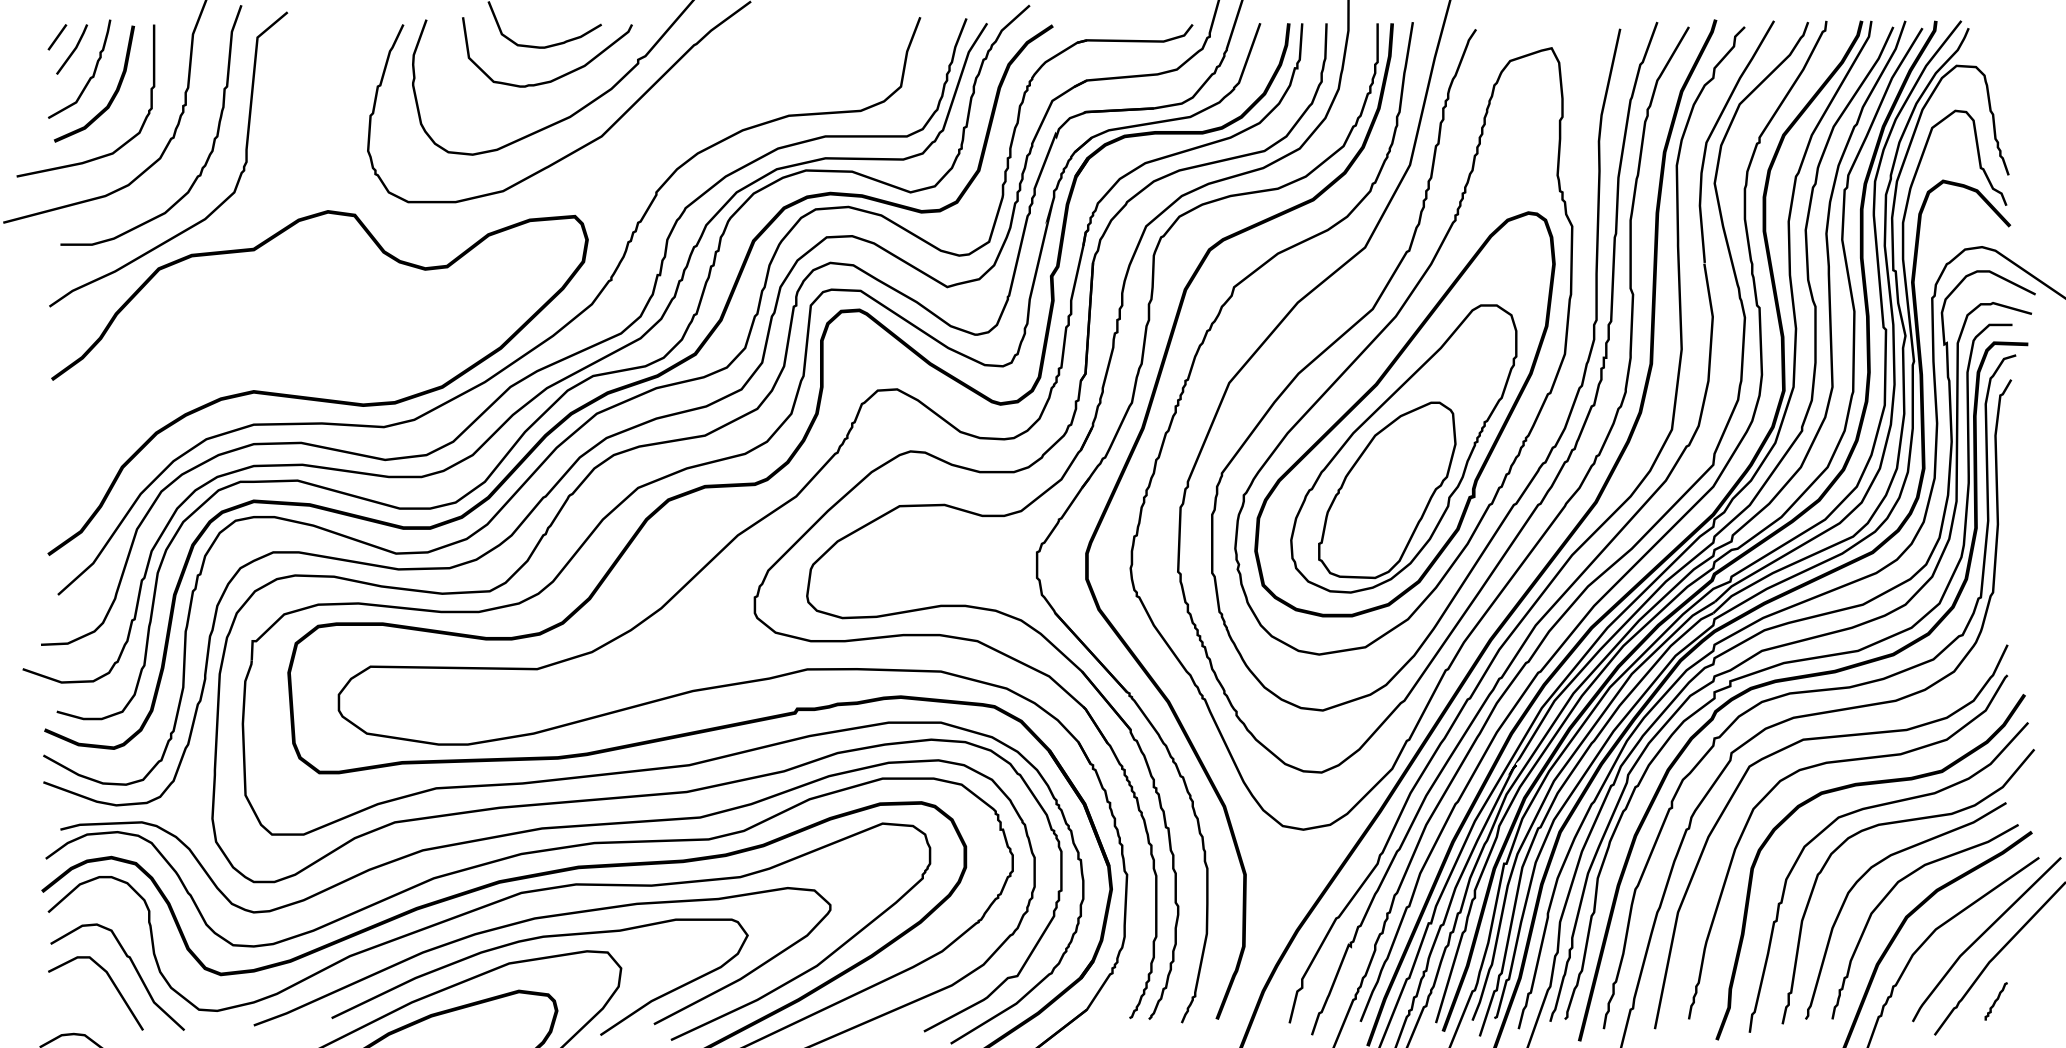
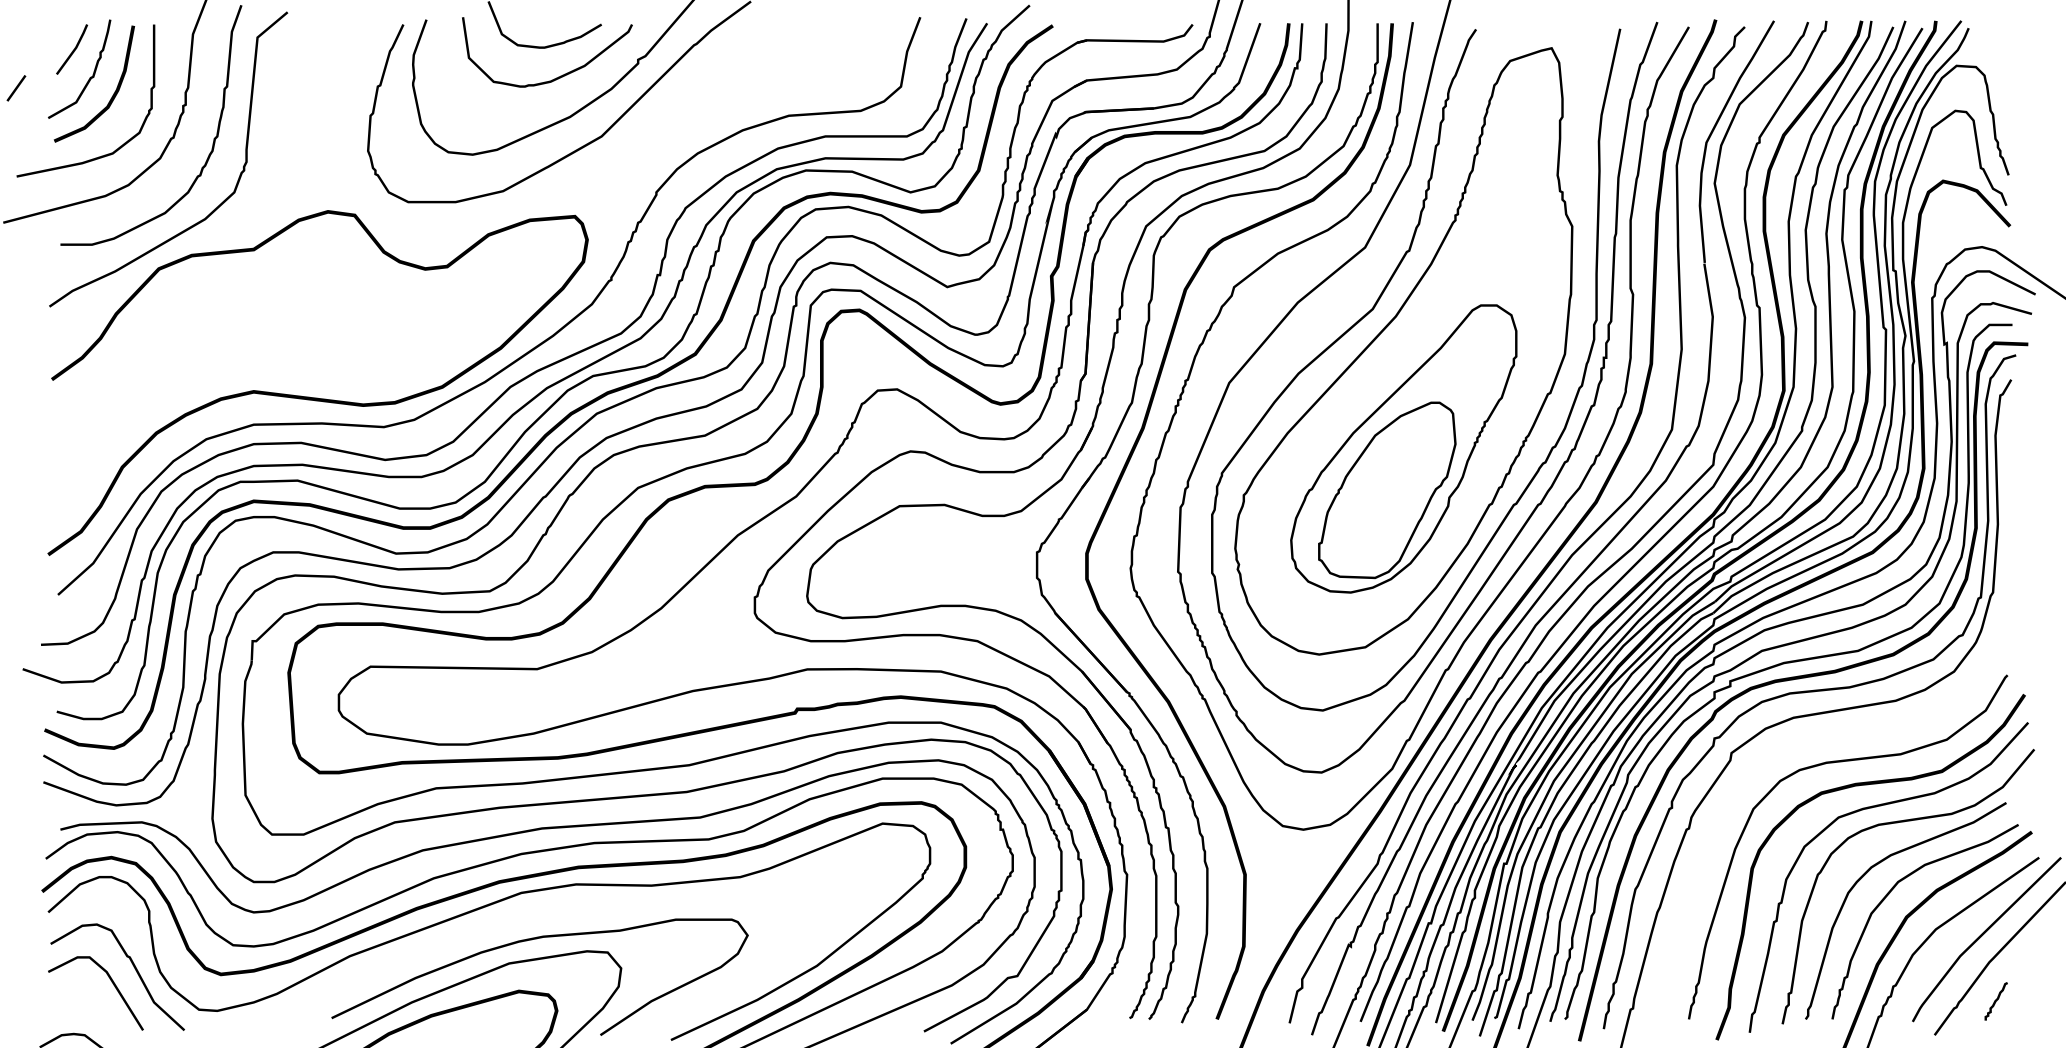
line at (57, 37) position: (57, 37) -> (16, 88)
part at (1404, 414): present -> none
curve at (1821, 739): present -> none
curve at (538, 919): present -> none
